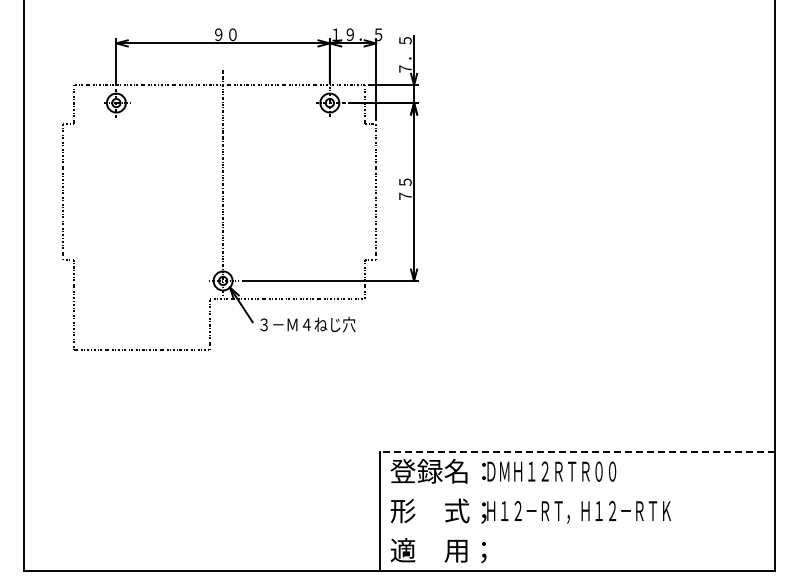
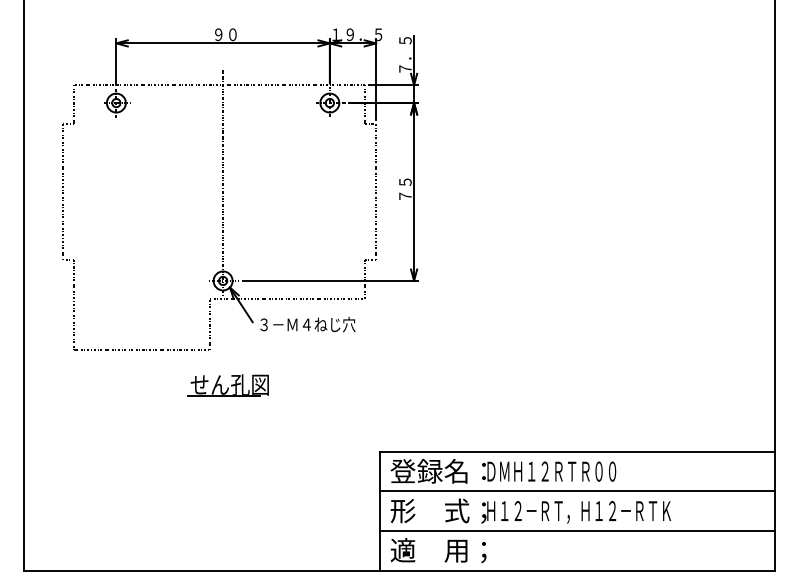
part at (227, 385): none -> present
line at (577, 451): dashed -> solid
line at (577, 491): none -> present
line at (577, 530): none -> present
